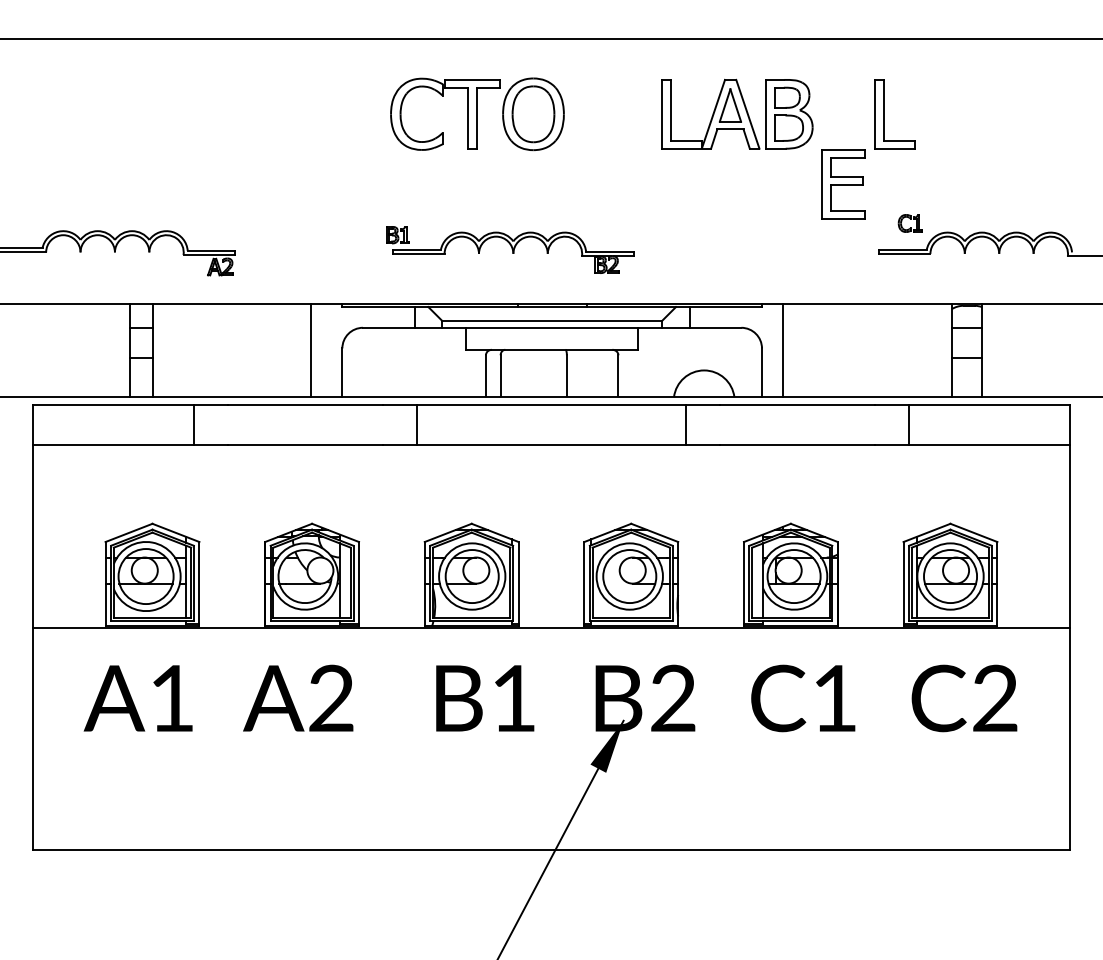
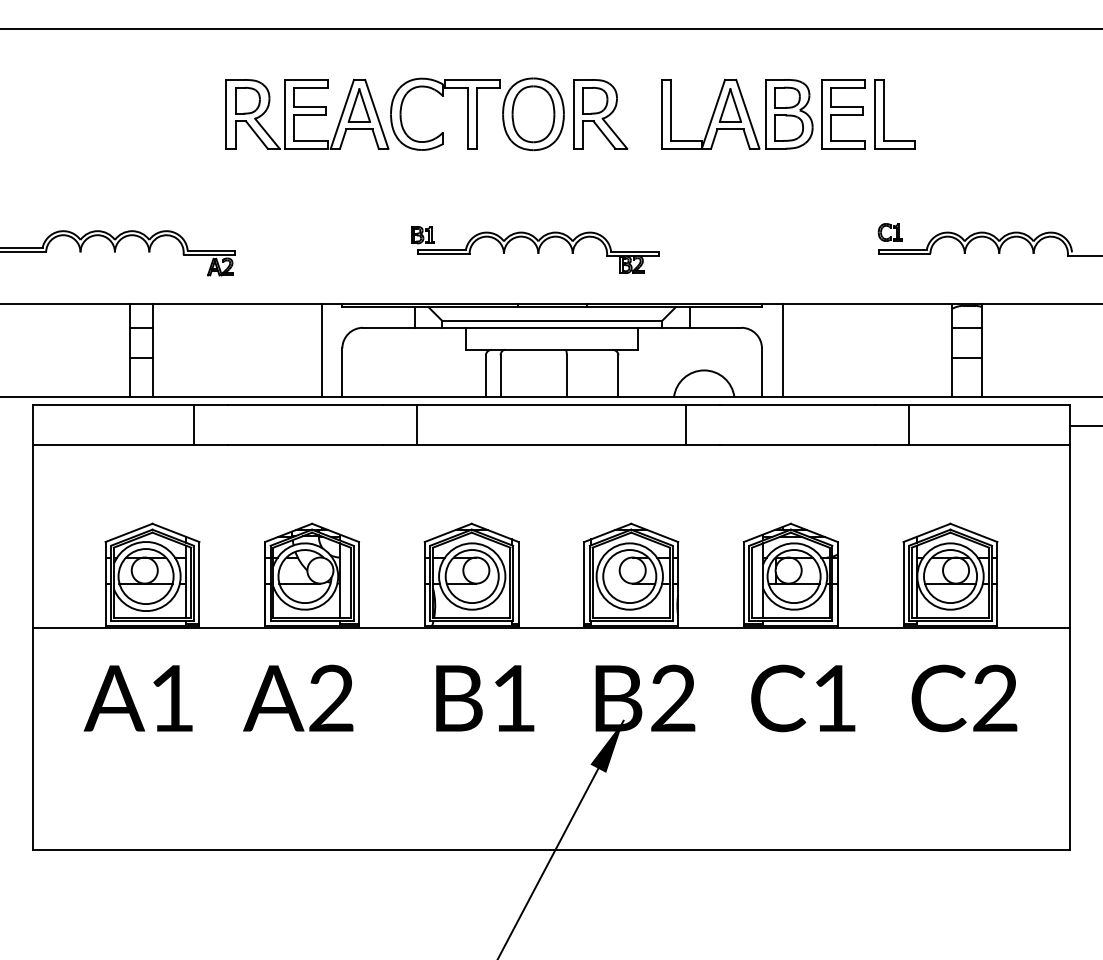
line at (550, 38) position: (550, 38) -> (550, 28)
part at (307, 113): none -> present
part at (600, 114): none -> present
part at (843, 184) position: (843, 184) -> (843, 114)
part at (909, 223) position: (909, 223) -> (889, 232)
part at (510, 249) position: (510, 249) -> (535, 249)
line at (310, 350) position: (310, 350) -> (321, 350)
line at (1084, 425): none -> present
